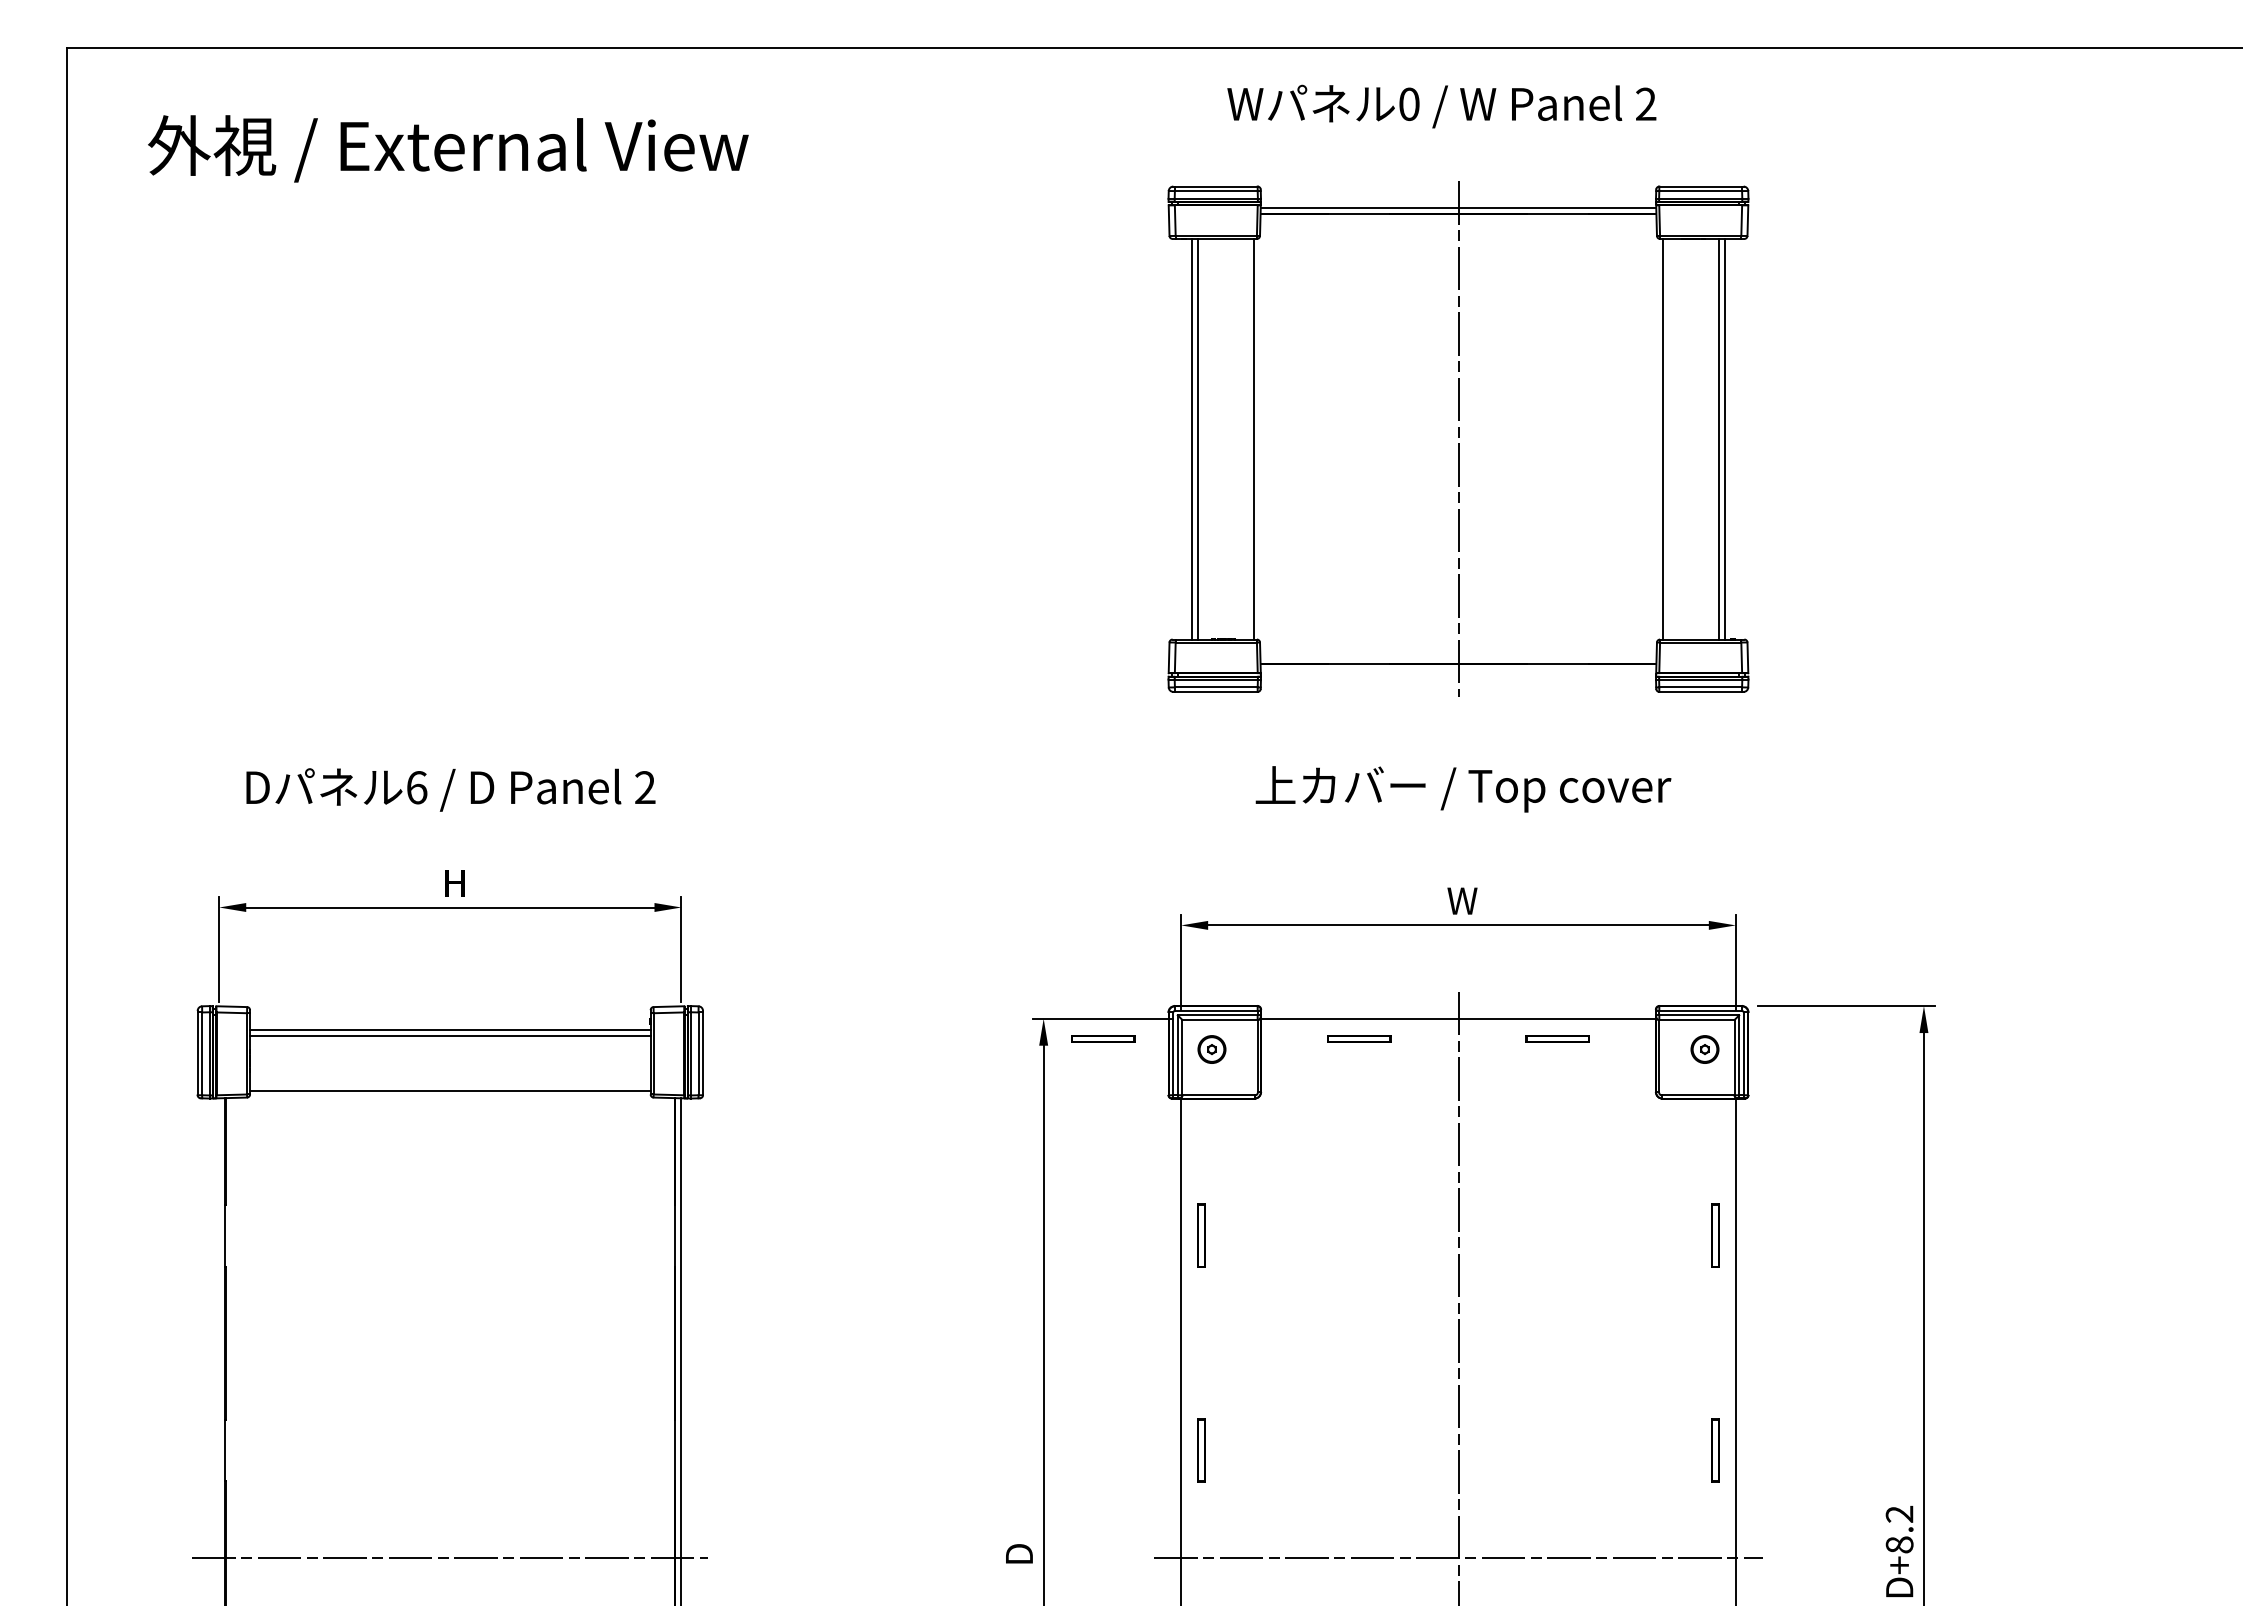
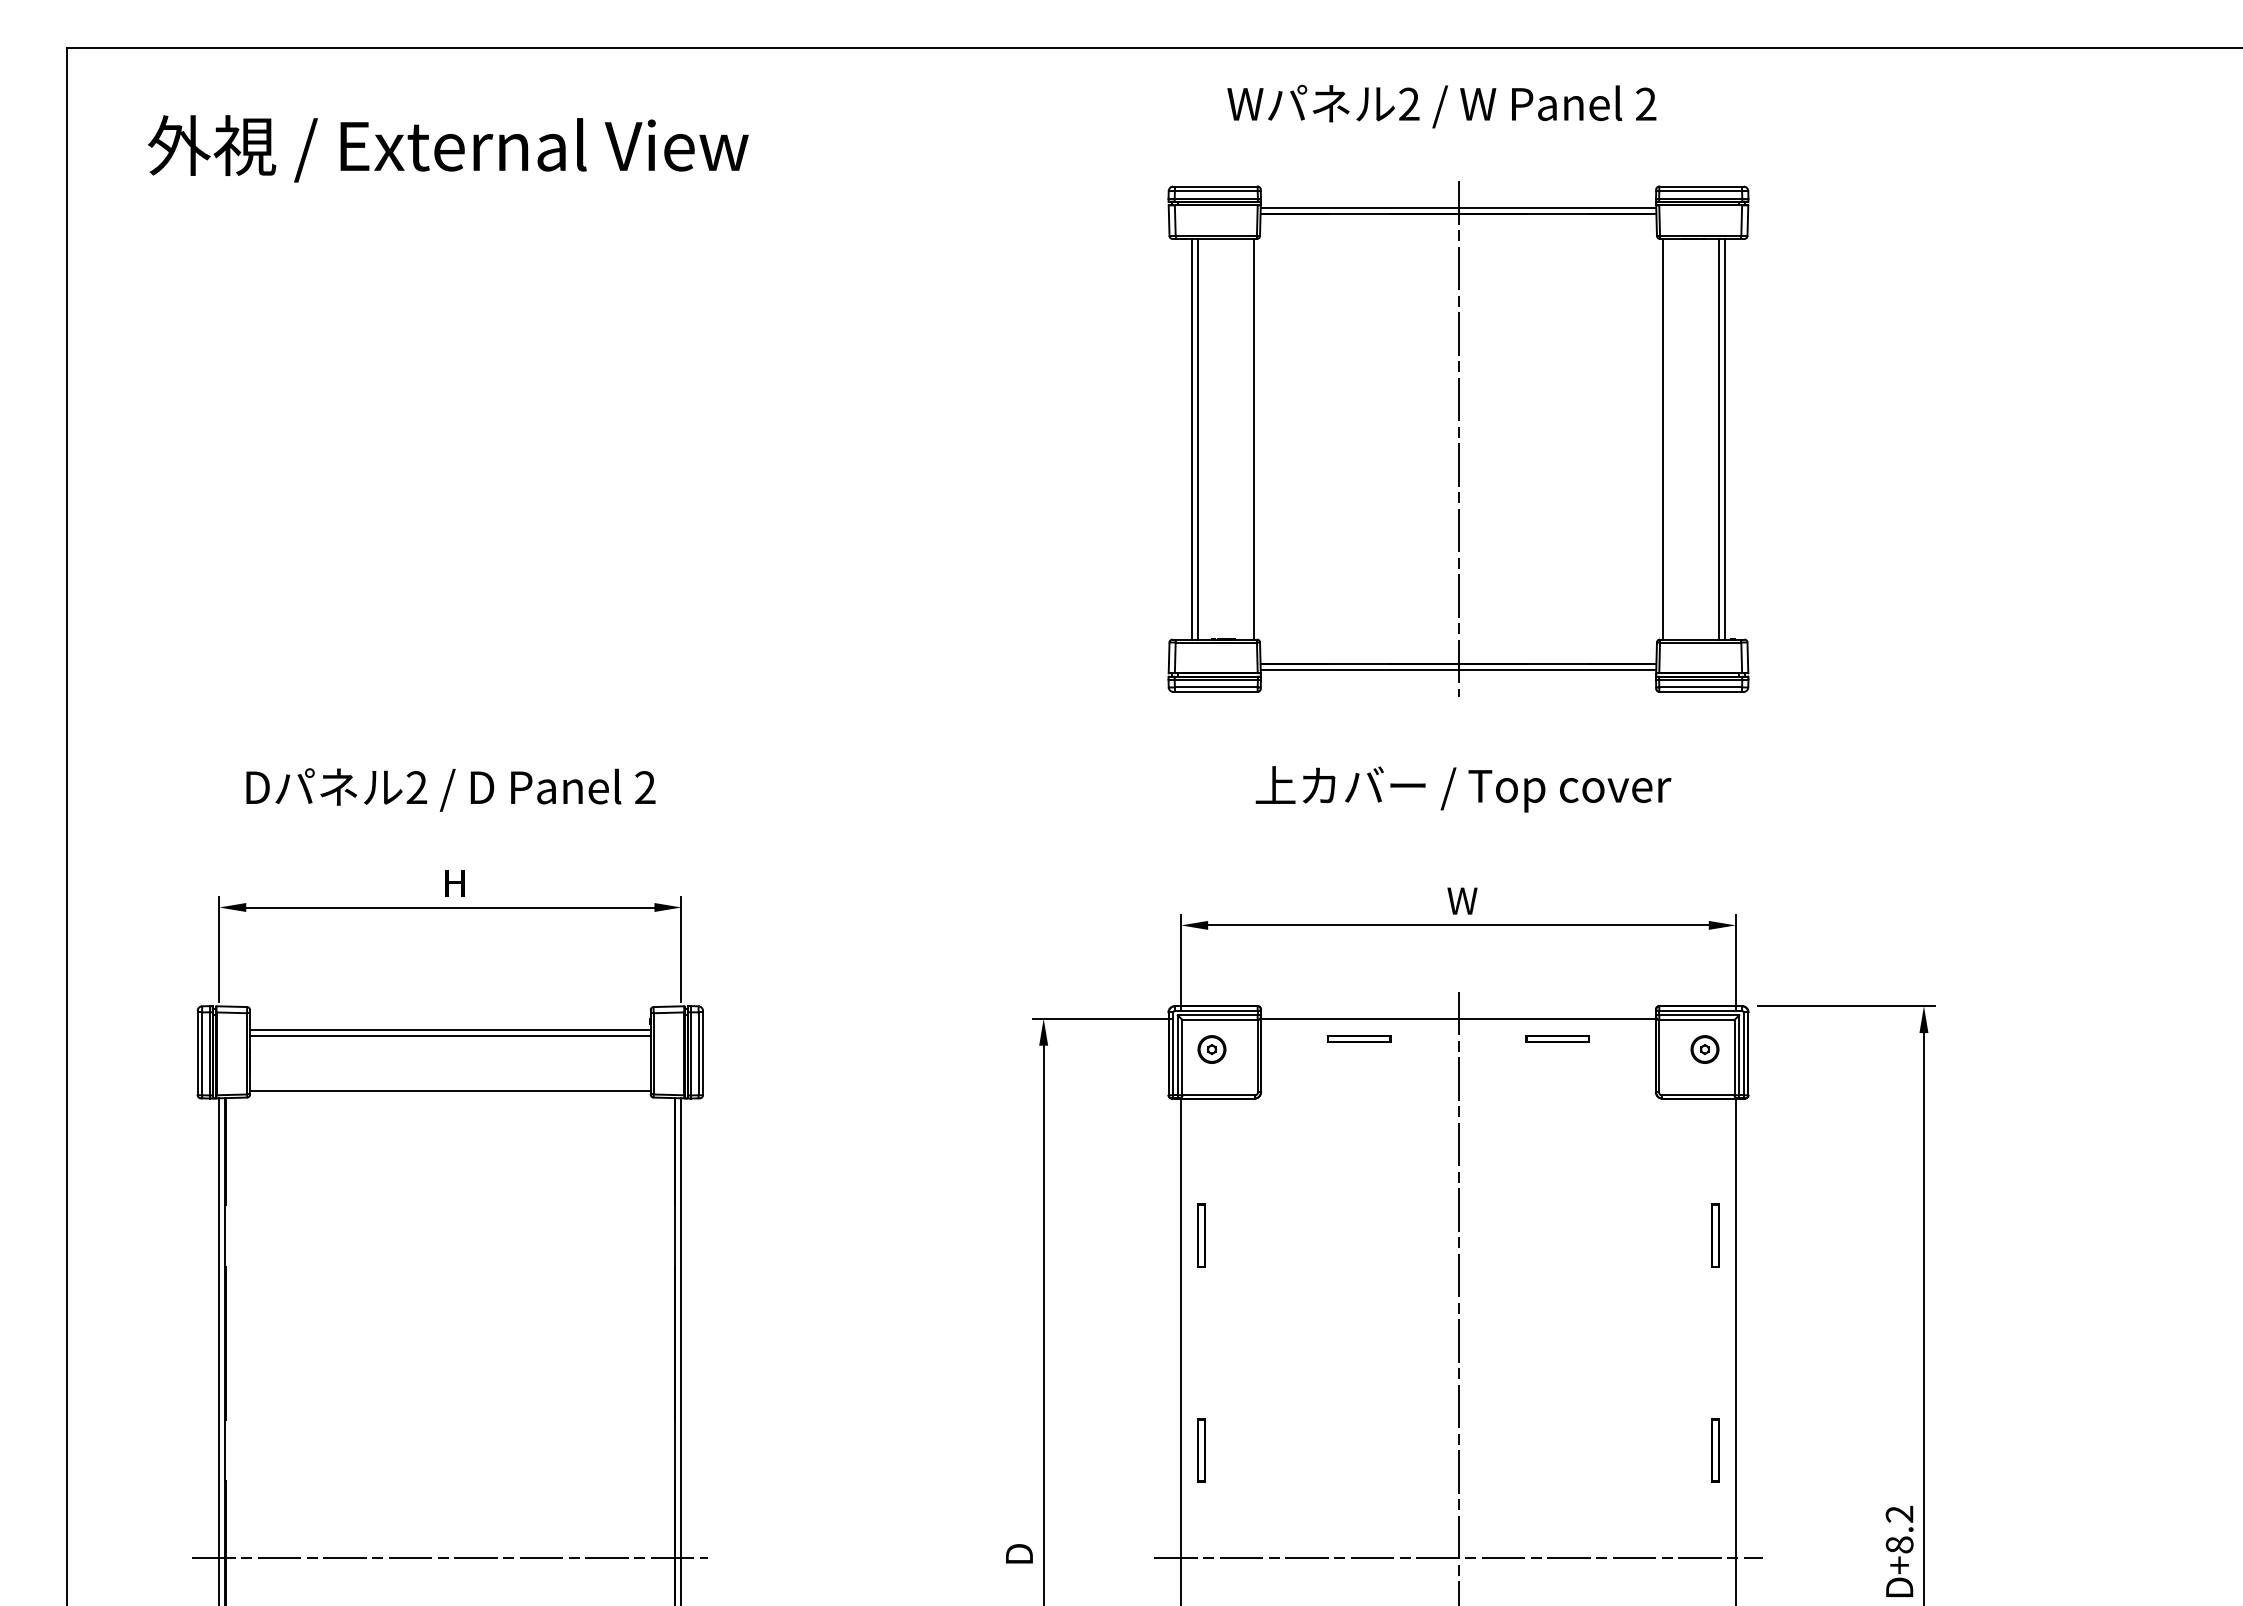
text at (1409, 104): 0 -> 2
line at (1458, 670): none -> present
text at (416, 787): 6 -> 2
part at (1103, 1038): present -> none
line at (219, 1350): none -> present
